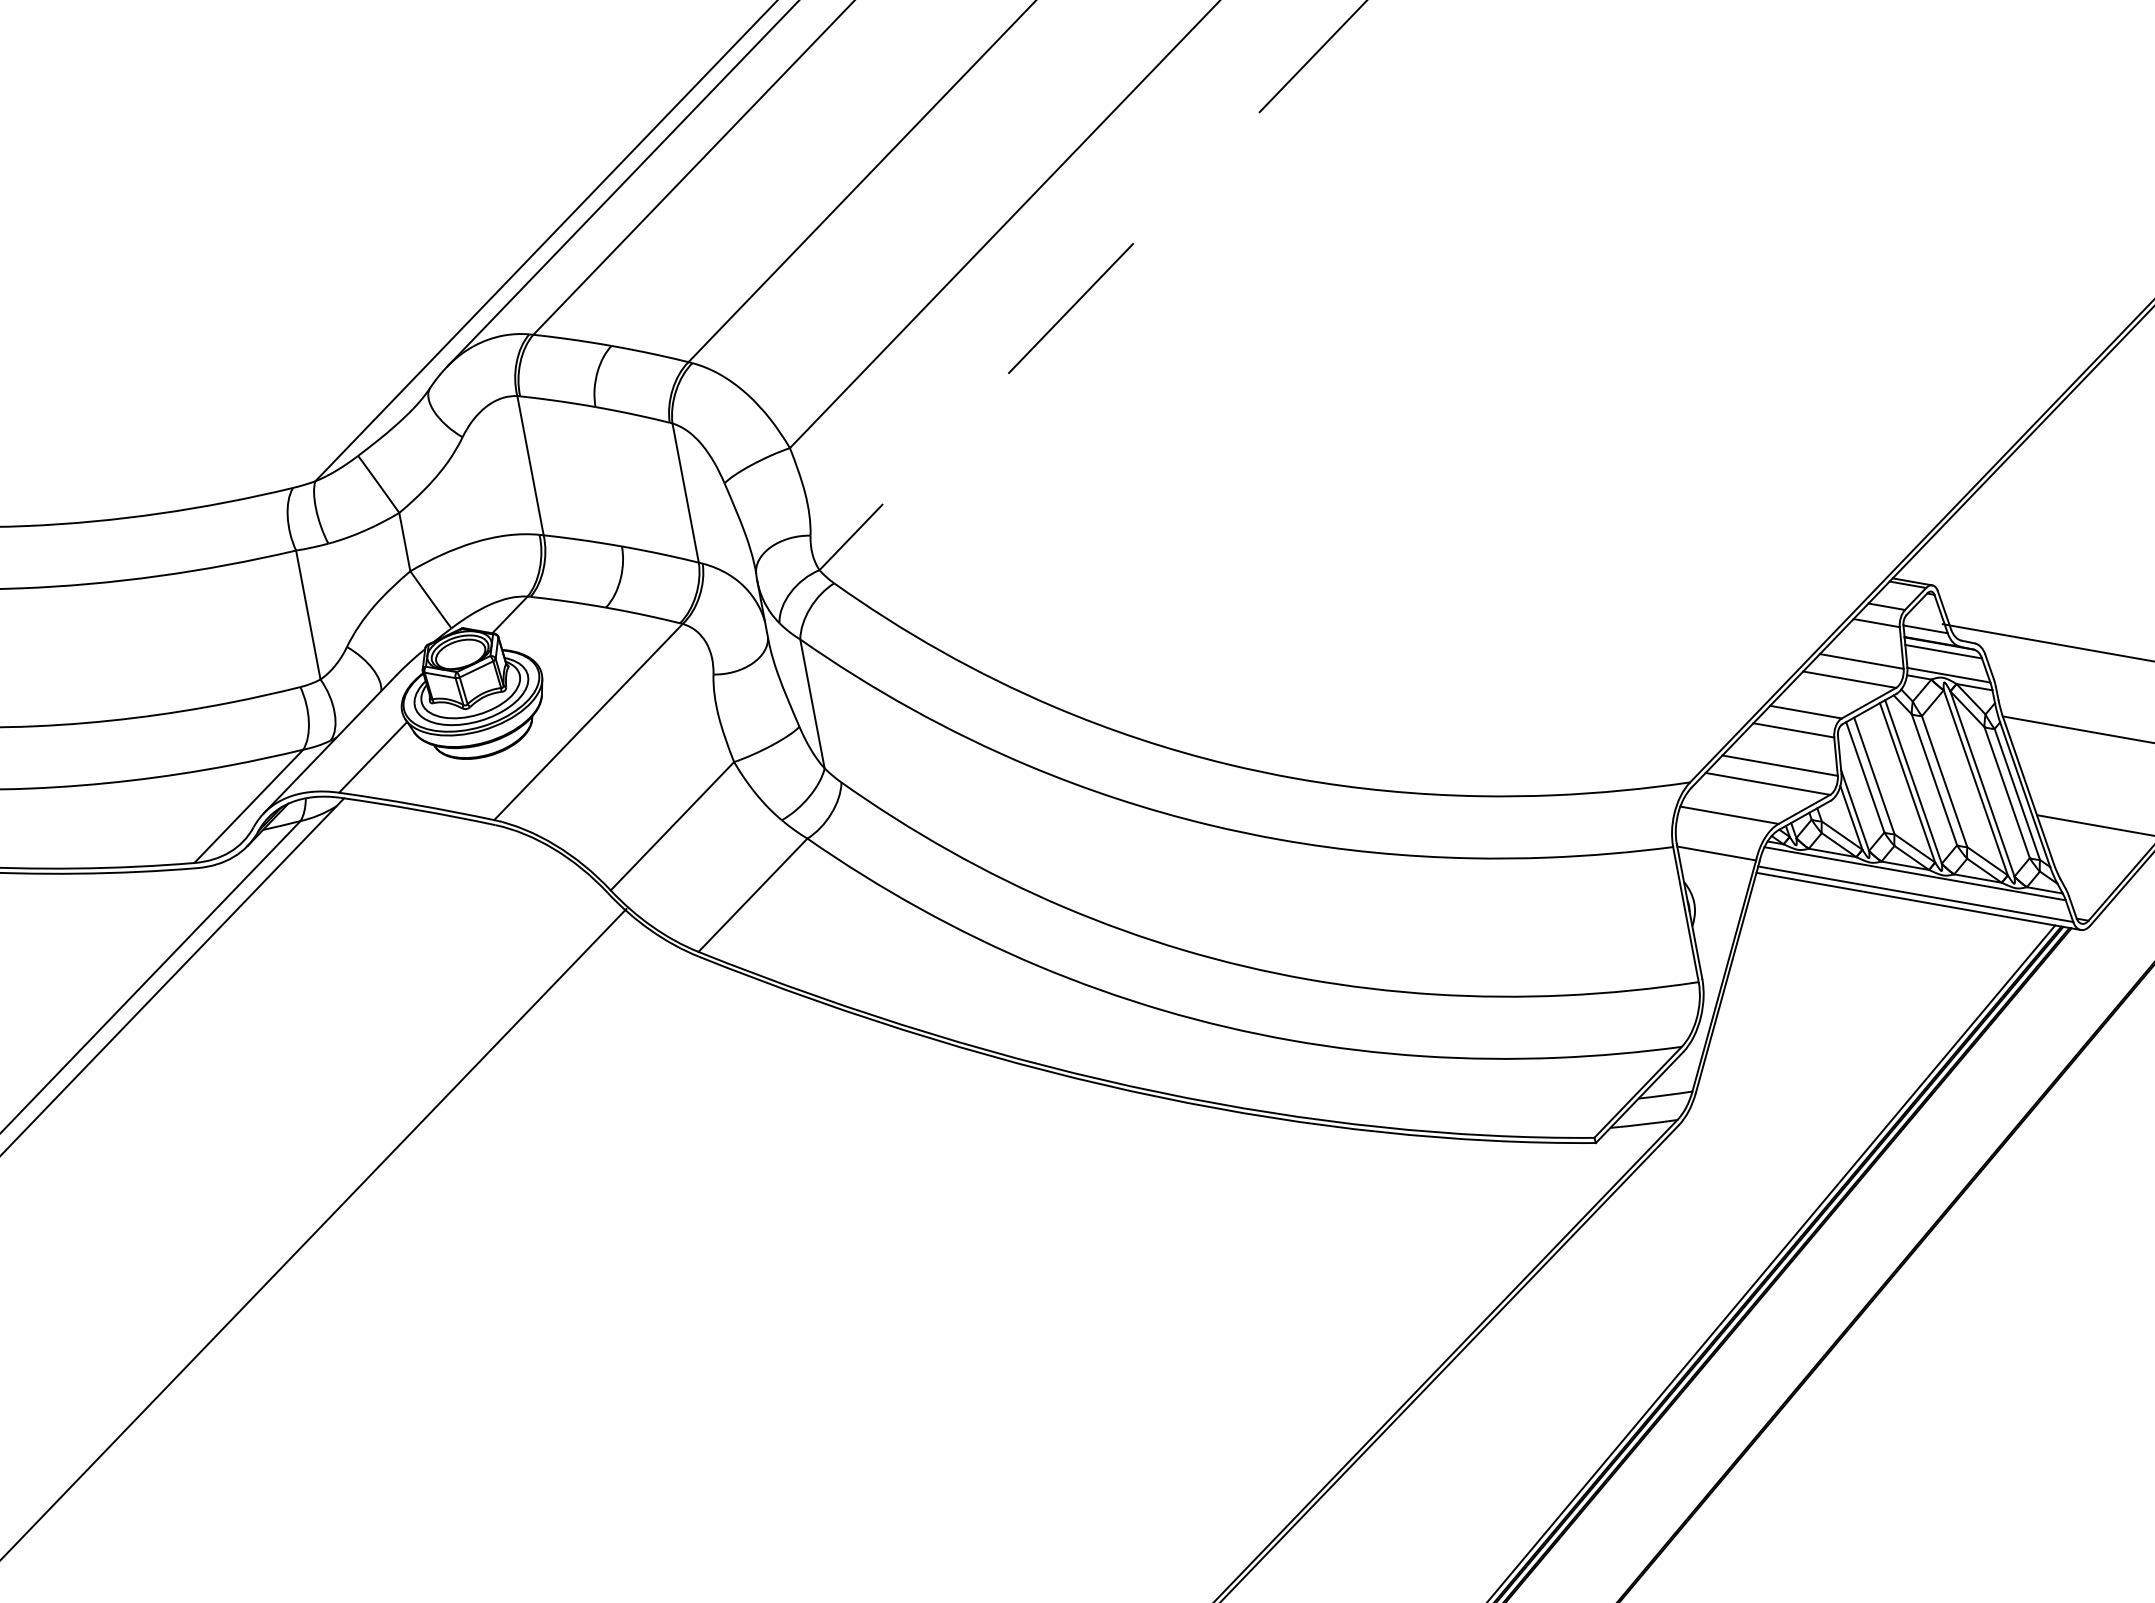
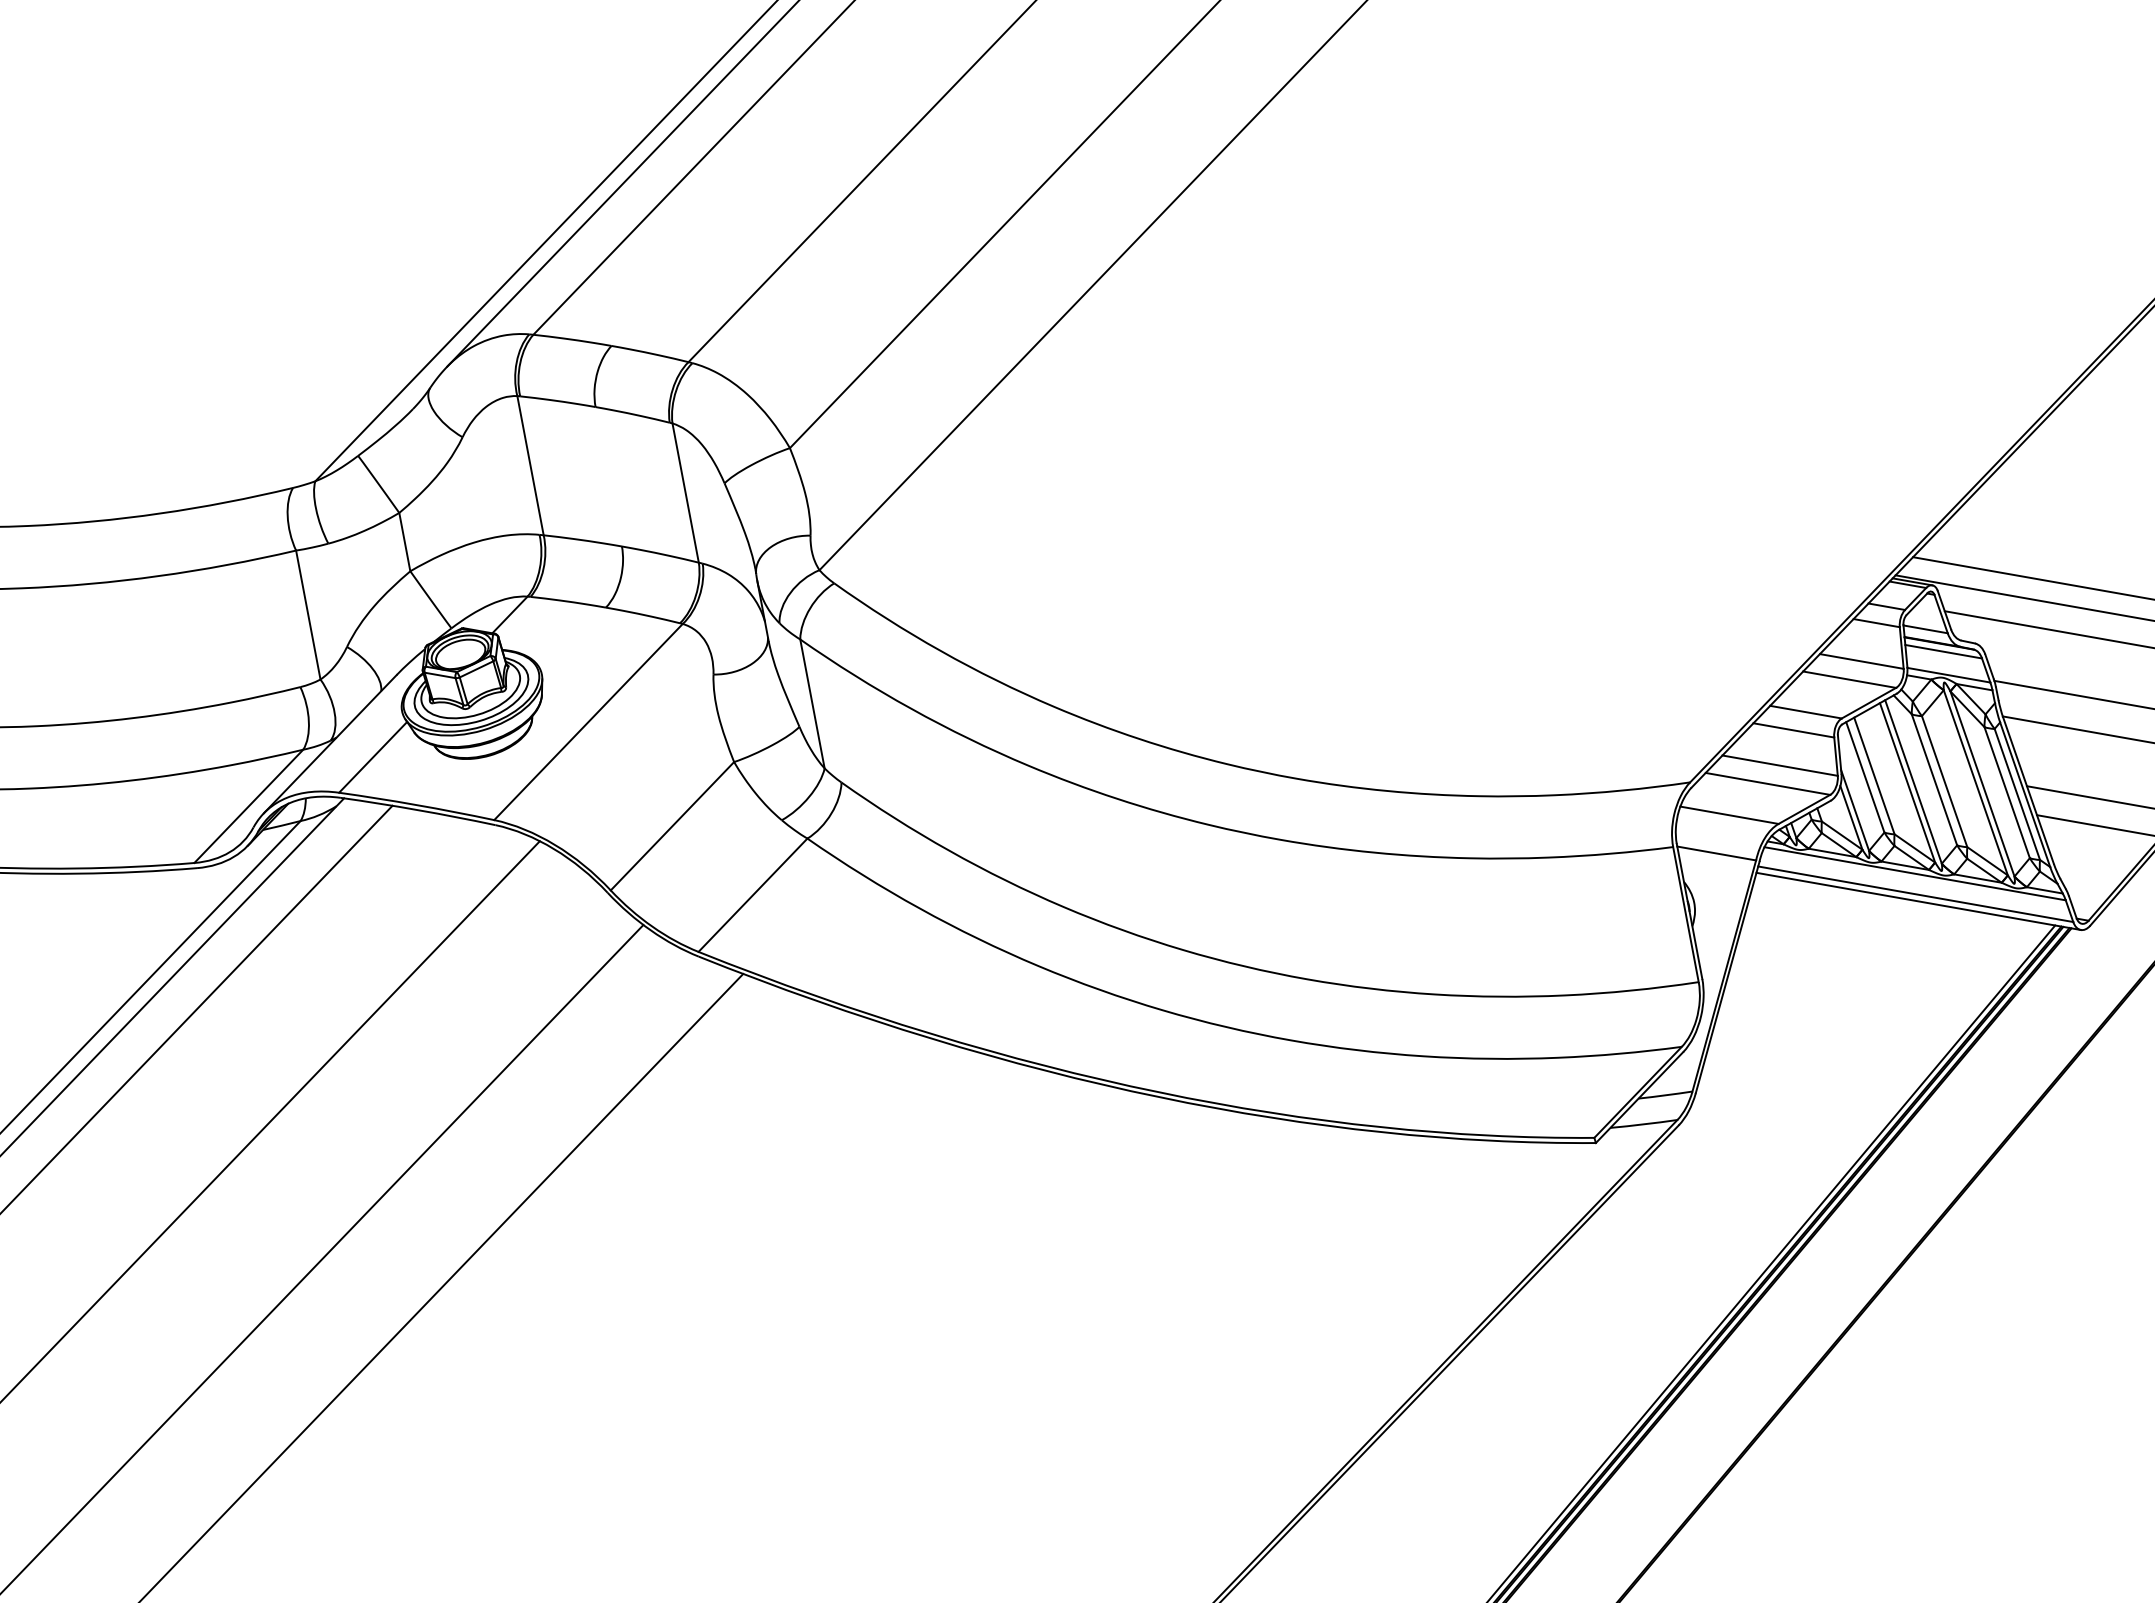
line at (1093, 285): dashed -> solid
line at (2032, 578): none -> present
line at (2023, 597): none -> present
line at (2046, 642) position: (2046, 642) -> (2047, 629)
line at (2072, 694): none -> present
line at (2088, 797): none -> present
line at (197, 1008): none -> present
line at (270, 1120): none -> present
line at (314, 1233) position: (314, 1233) -> (322, 1258)
line at (442, 1286): none -> present
